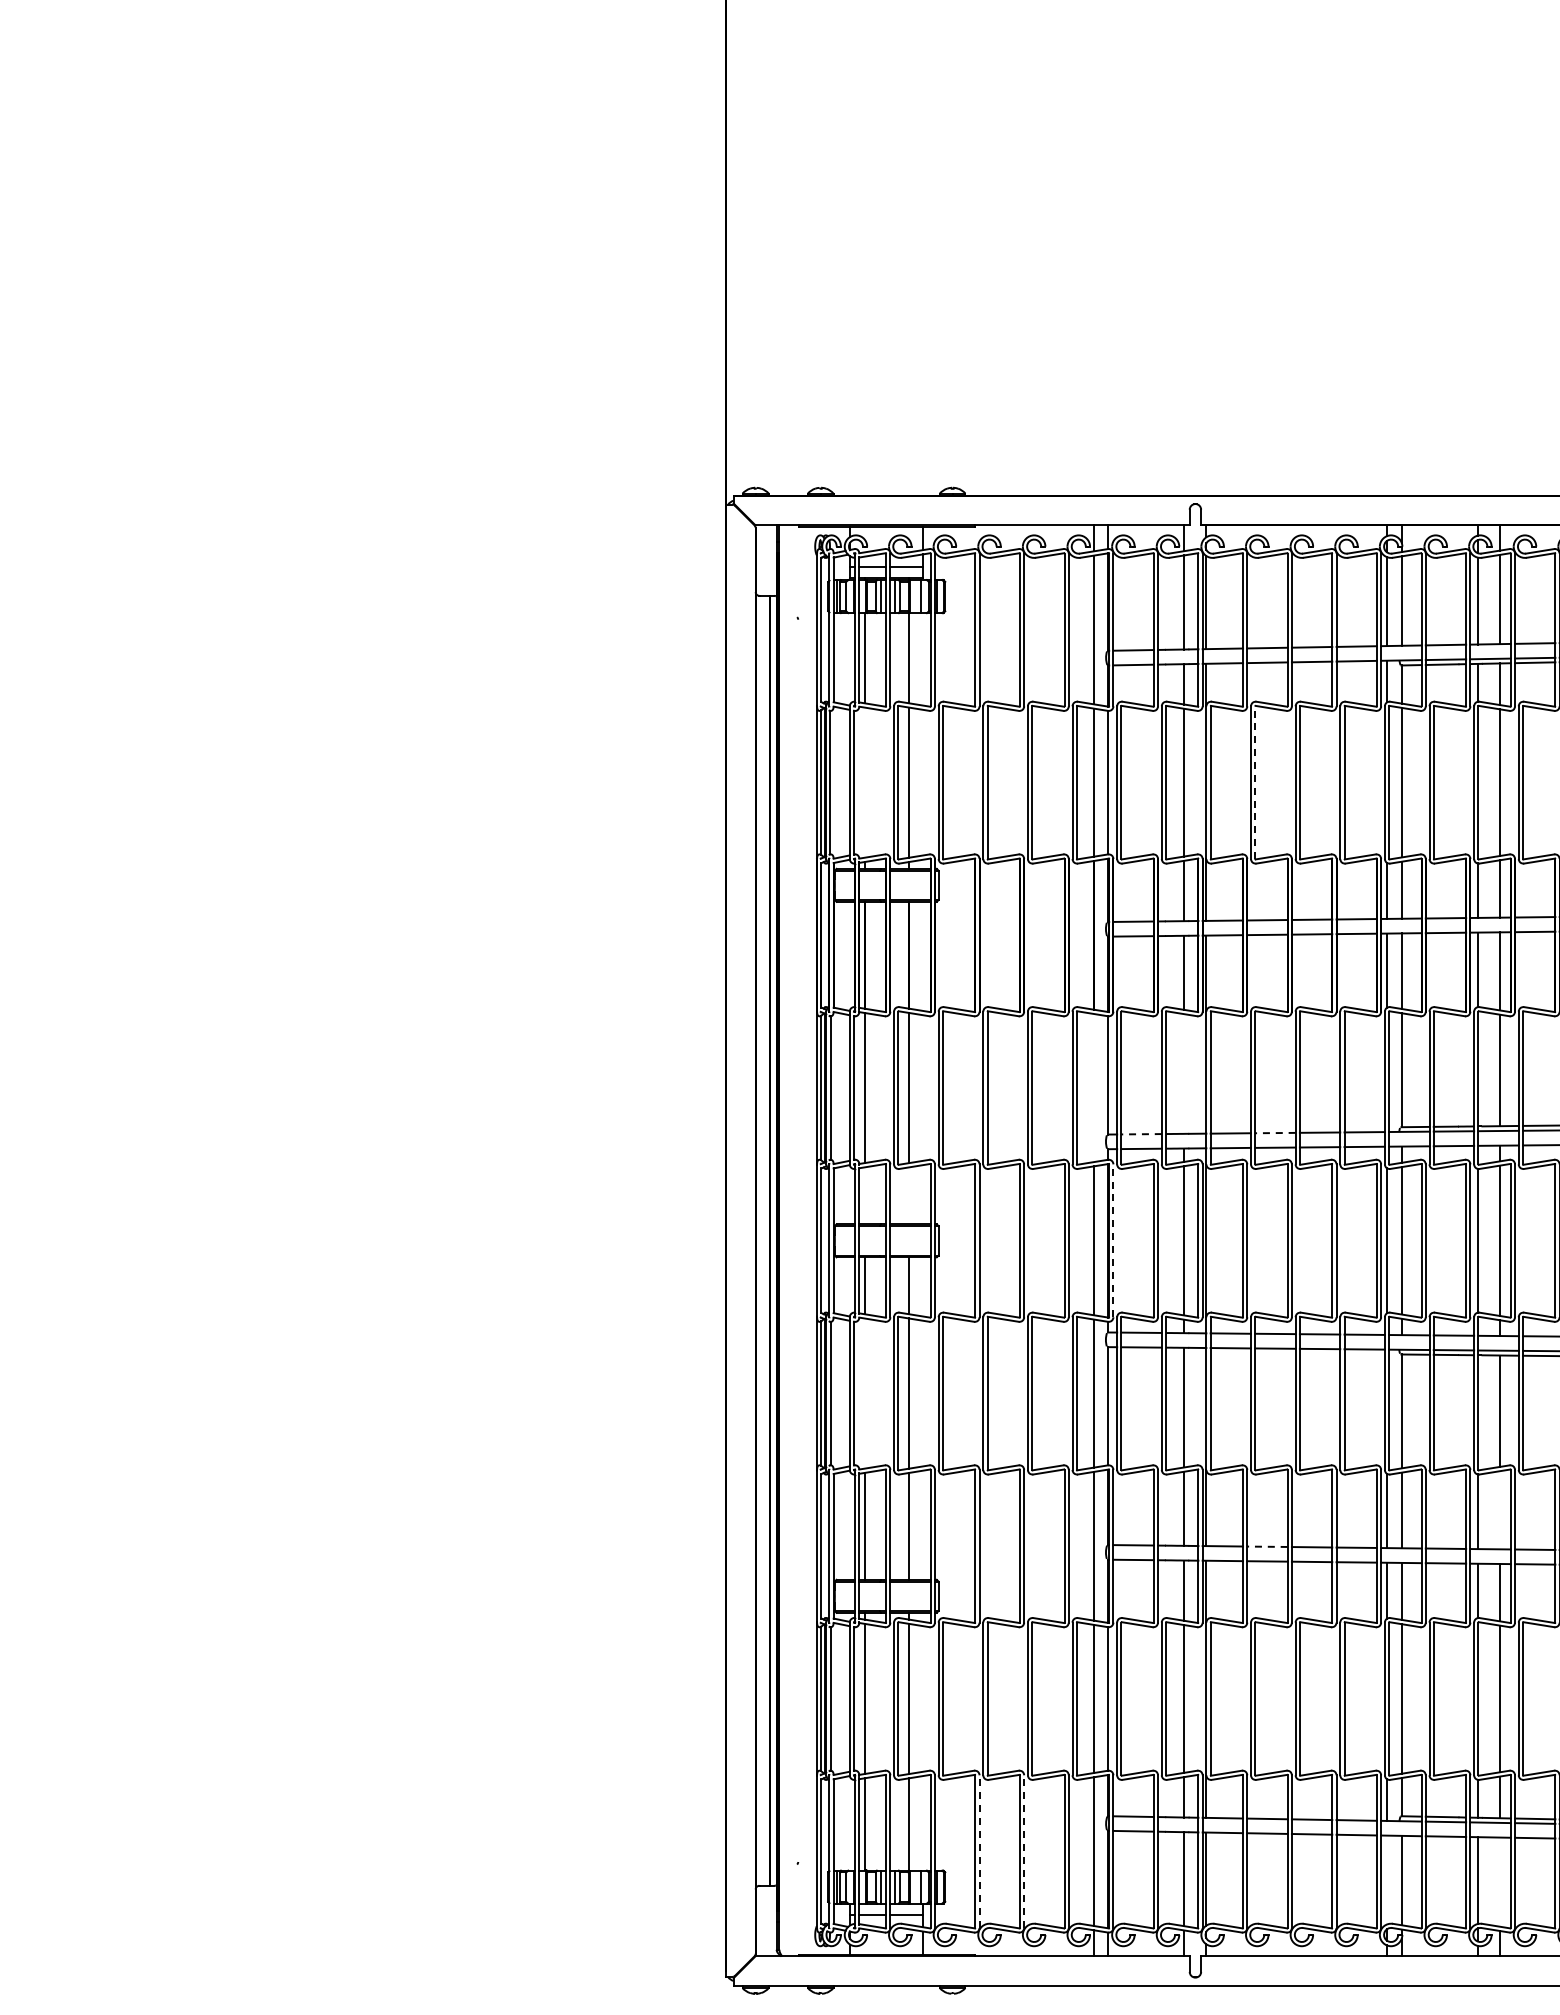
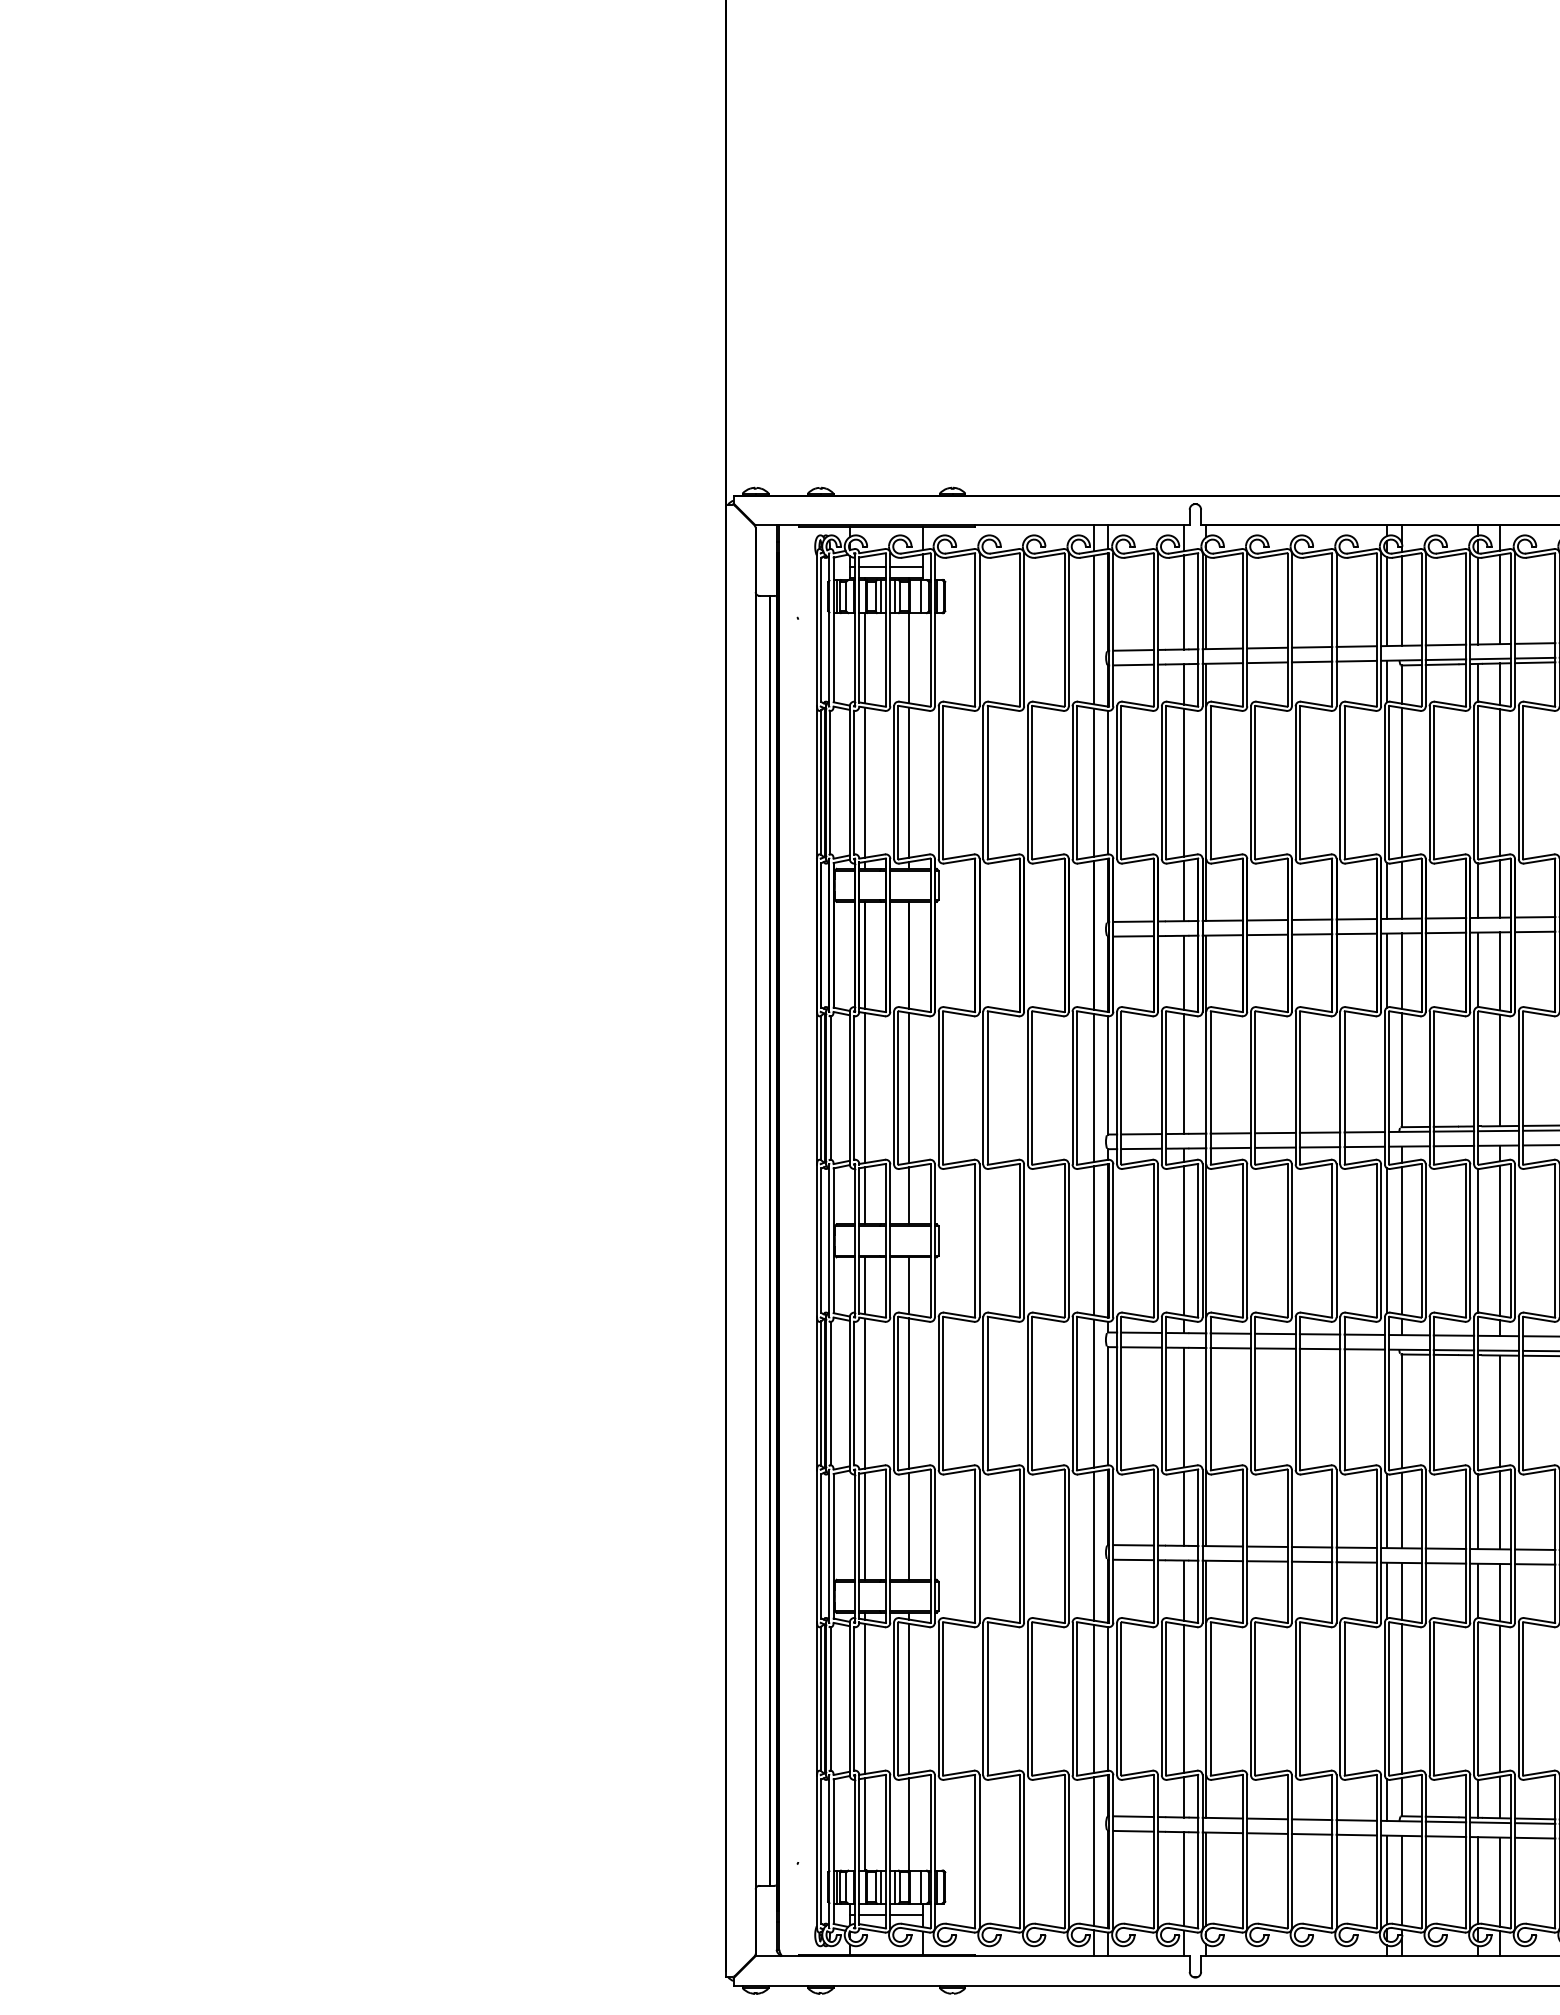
line at (864, 782): none -> present
line at (1255, 782): dashed -> solid
line at (1184, 1073): none -> present
line at (1093, 1087): none -> present
line at (1274, 1133): dashed -> solid
line at (1141, 1134): dashed -> solid
line at (864, 1195): none -> present
line at (908, 1195): none -> present
line at (1113, 1240): dashed -> solid
line at (864, 1393): none -> present
line at (1499, 1510): none -> present
line at (1266, 1546): dashed -> solid
line at (979, 1851): dashed -> solid
line at (1024, 1851): dashed -> solid
line at (1386, 1879): none -> present
line at (1499, 1881): none -> present
